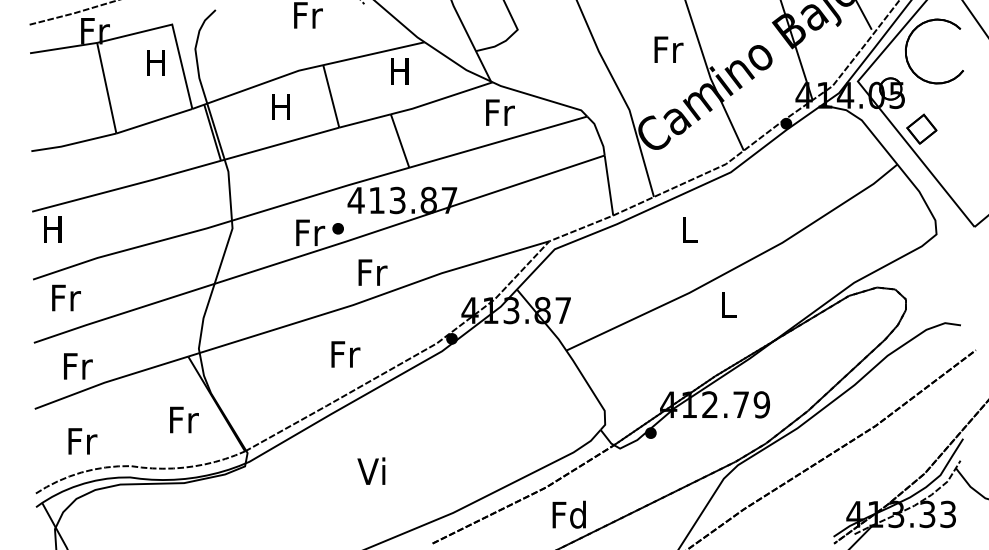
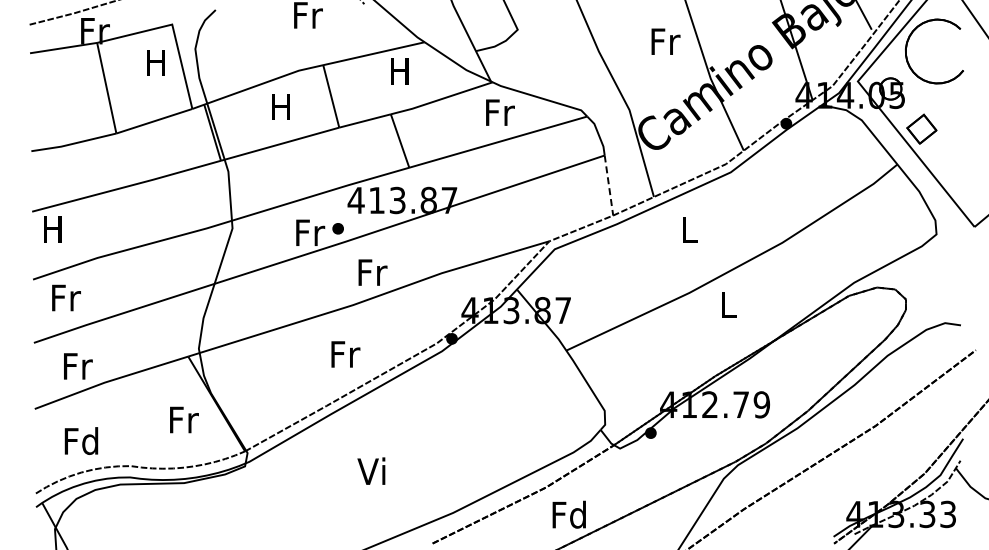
text at (668, 49) position: (668, 49) -> (665, 41)
line at (609, 186): solid -> dashed
text at (81, 440): Fr -> Fd
